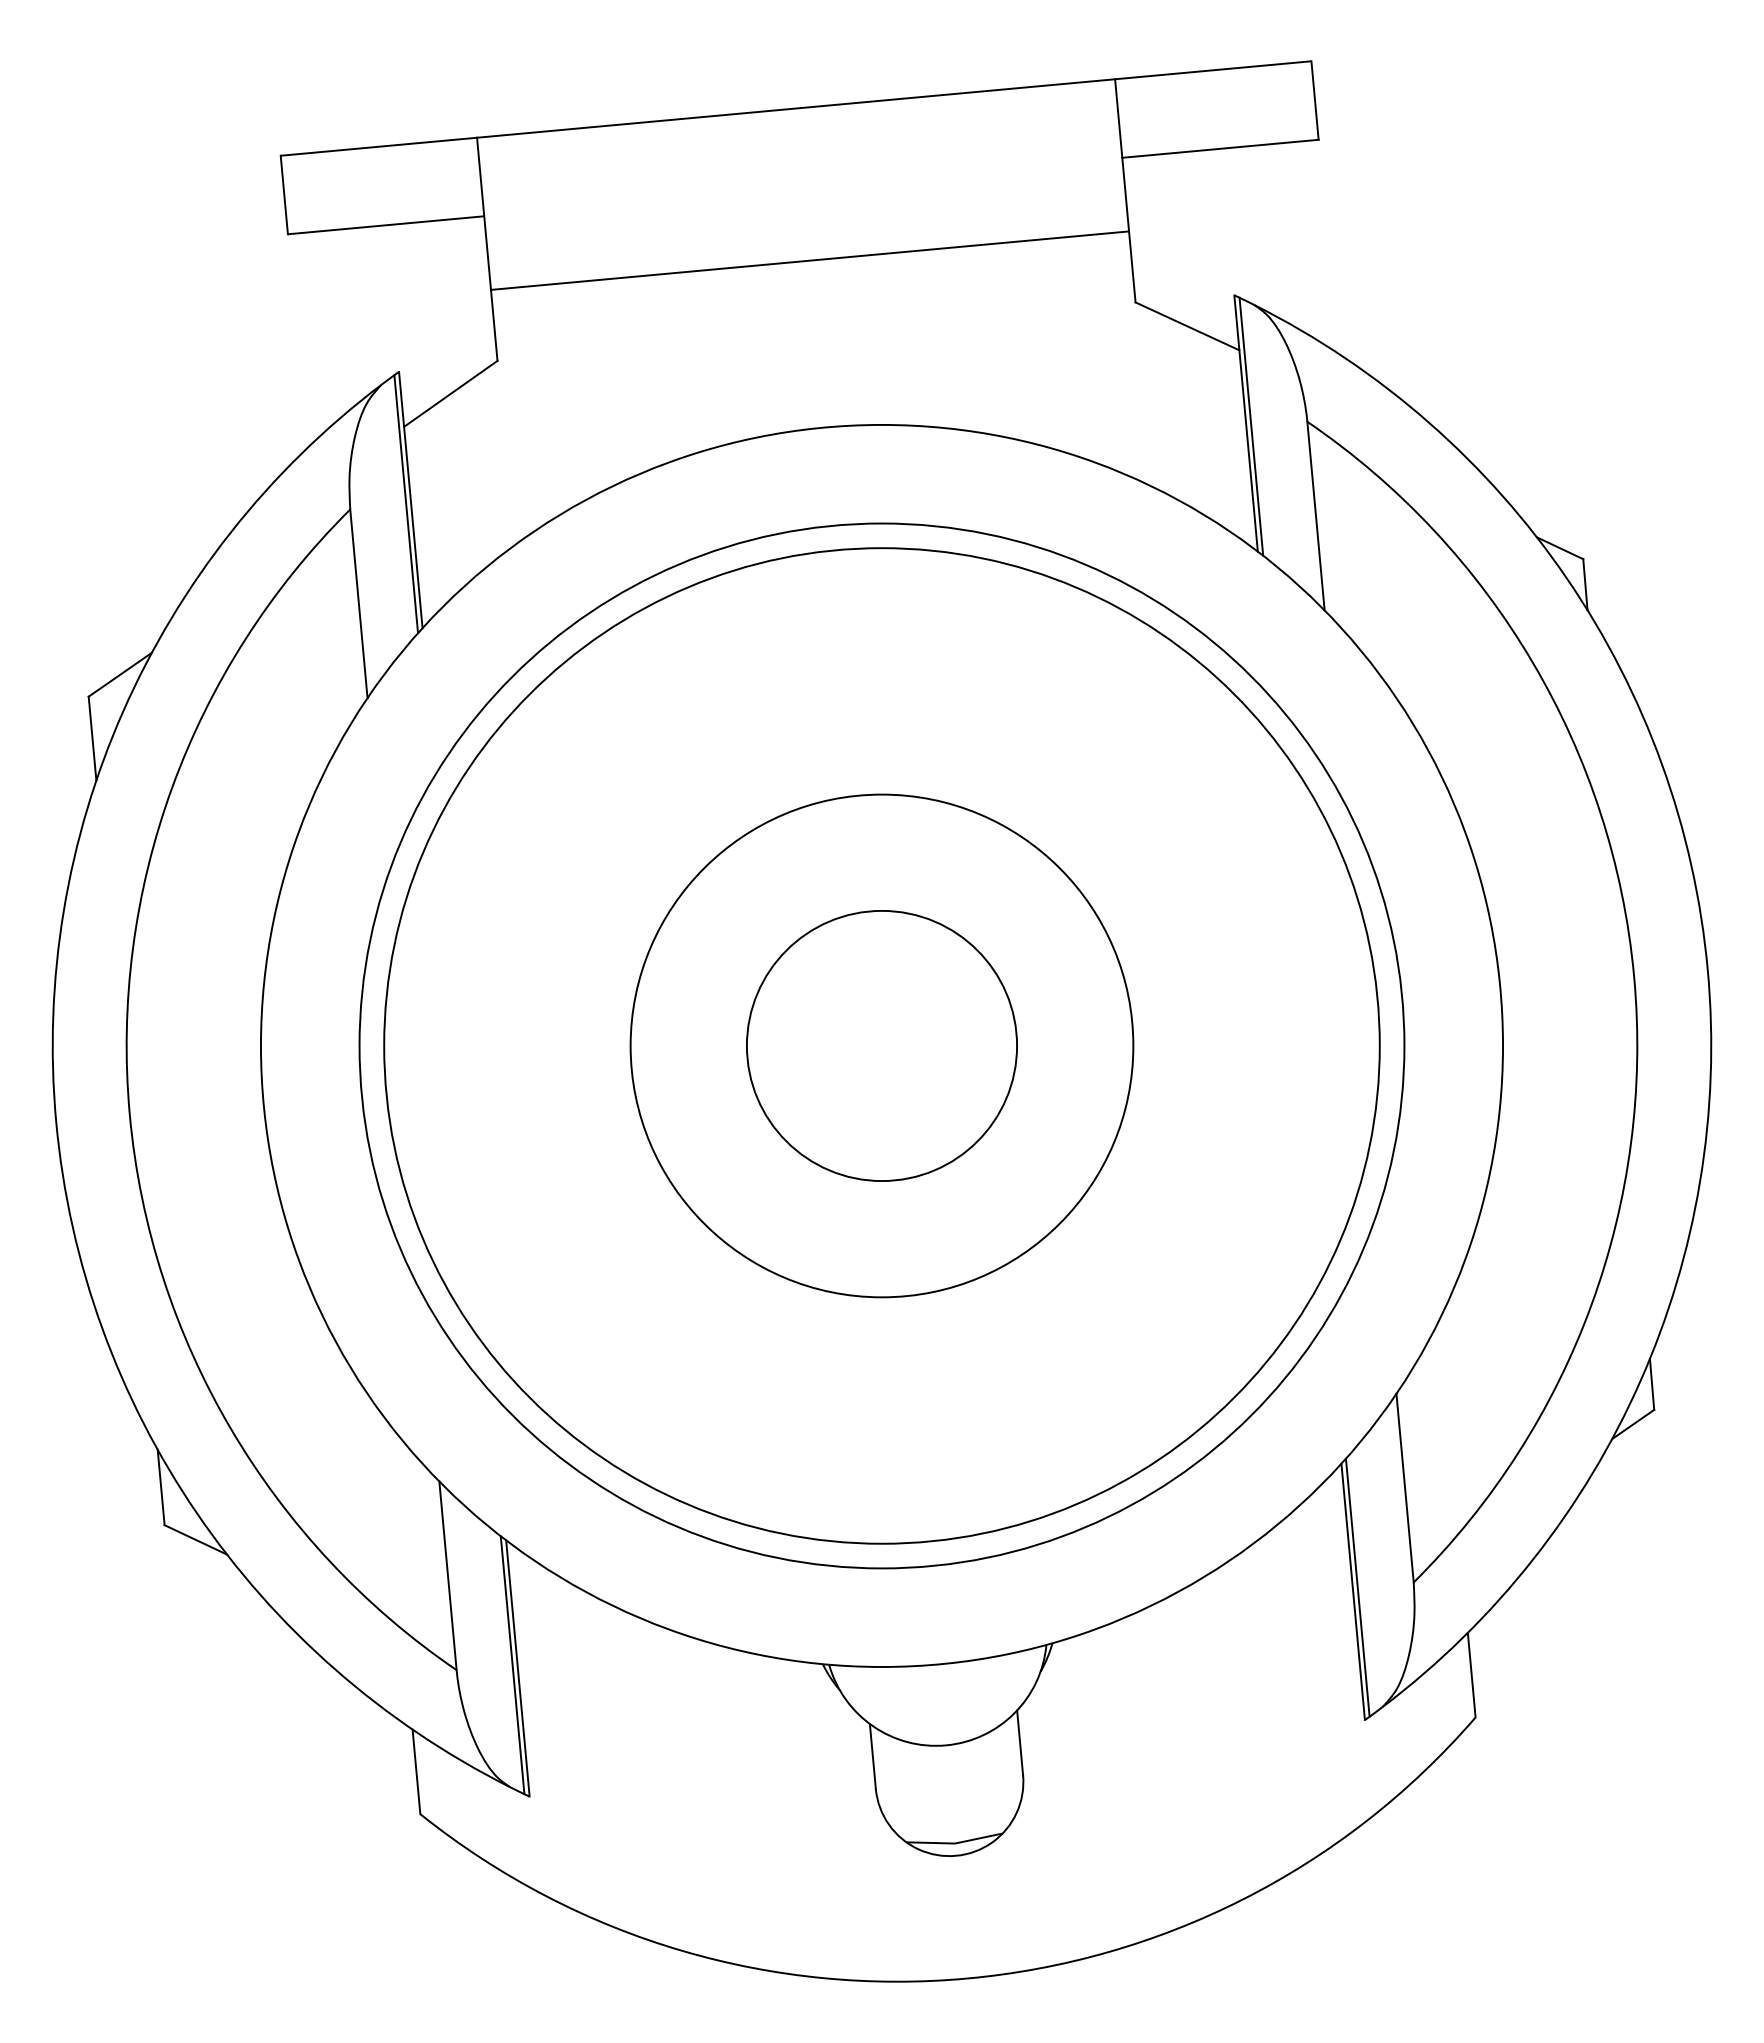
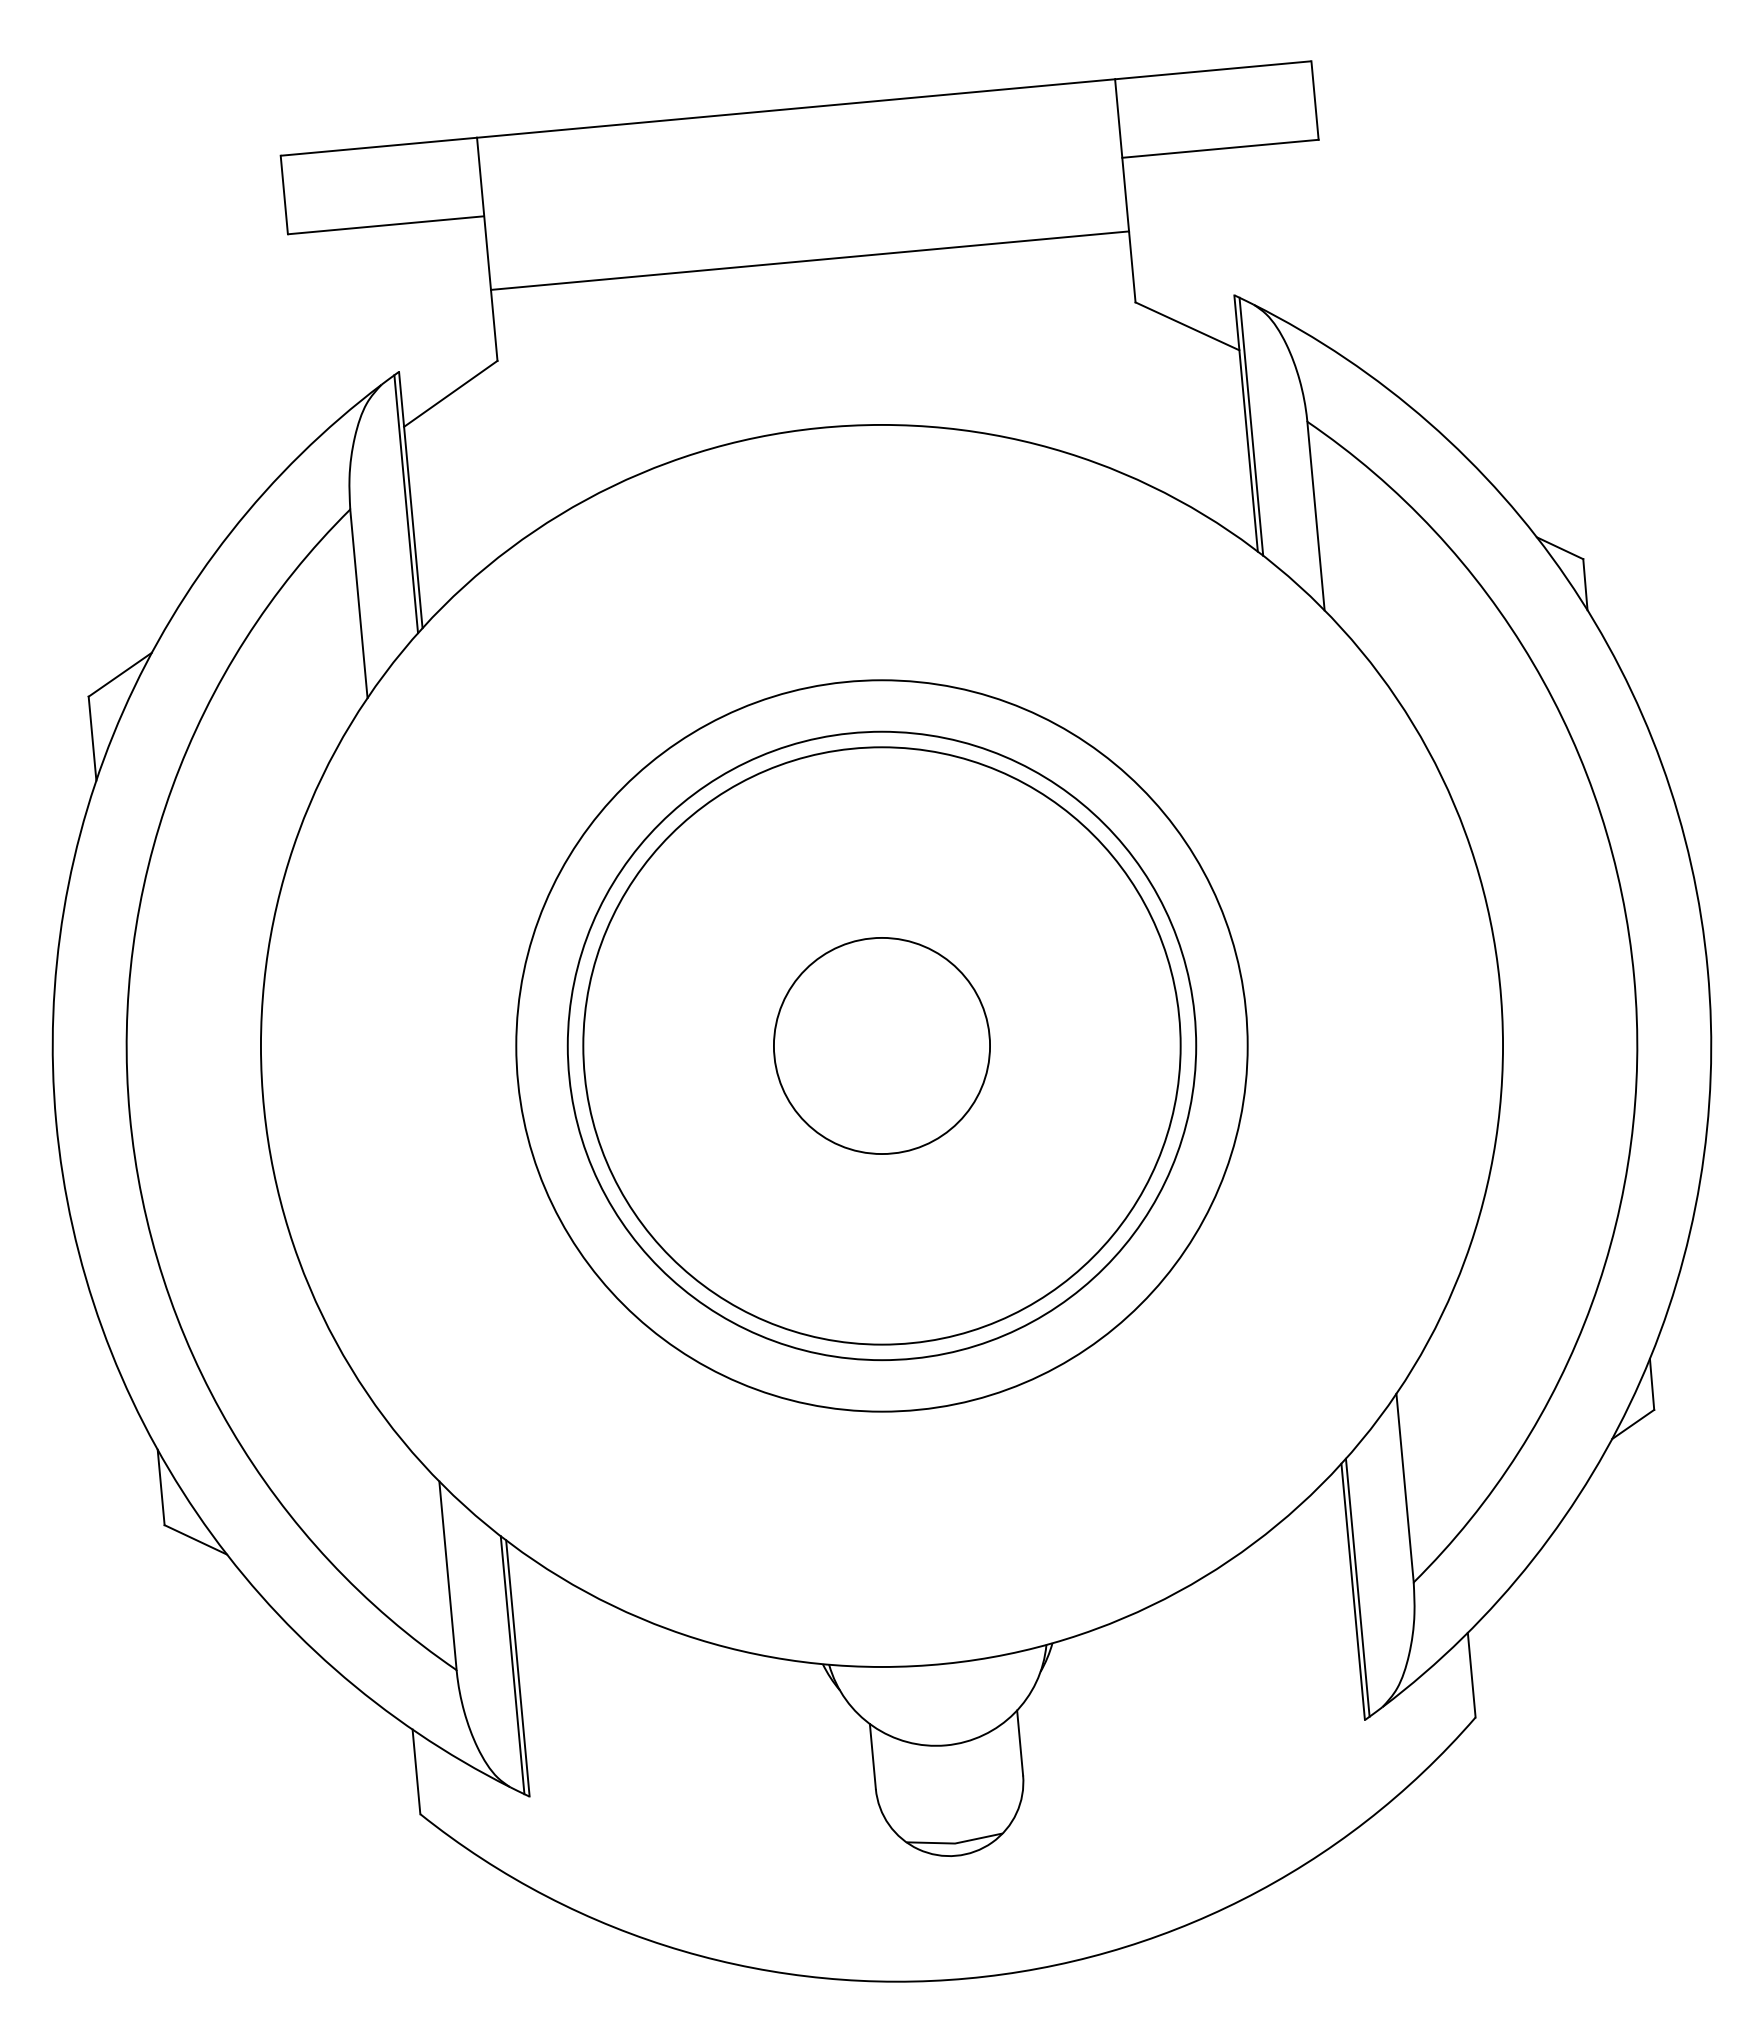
circle at (881, 1045) diameter: 1045 px -> 731 px
circle at (881, 1045) diameter: 270 px -> 216 px
circle at (881, 1045) diameter: 503 px -> 628 px
circle at (881, 1045) diameter: 996 px -> 597 px
